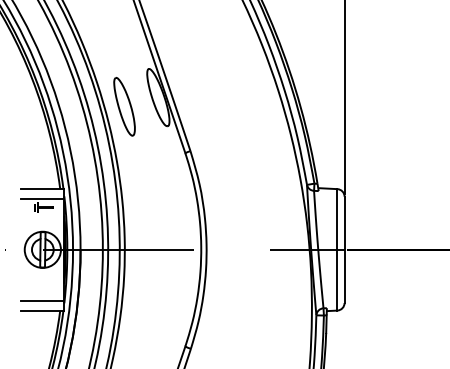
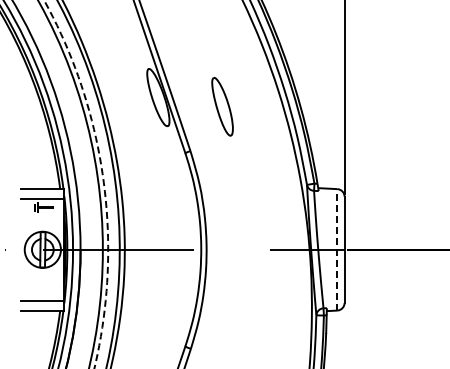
part at (124, 106) position: (124, 106) -> (222, 106)
arc at (103, 181): solid -> dashed
line at (337, 249): solid -> dashed
